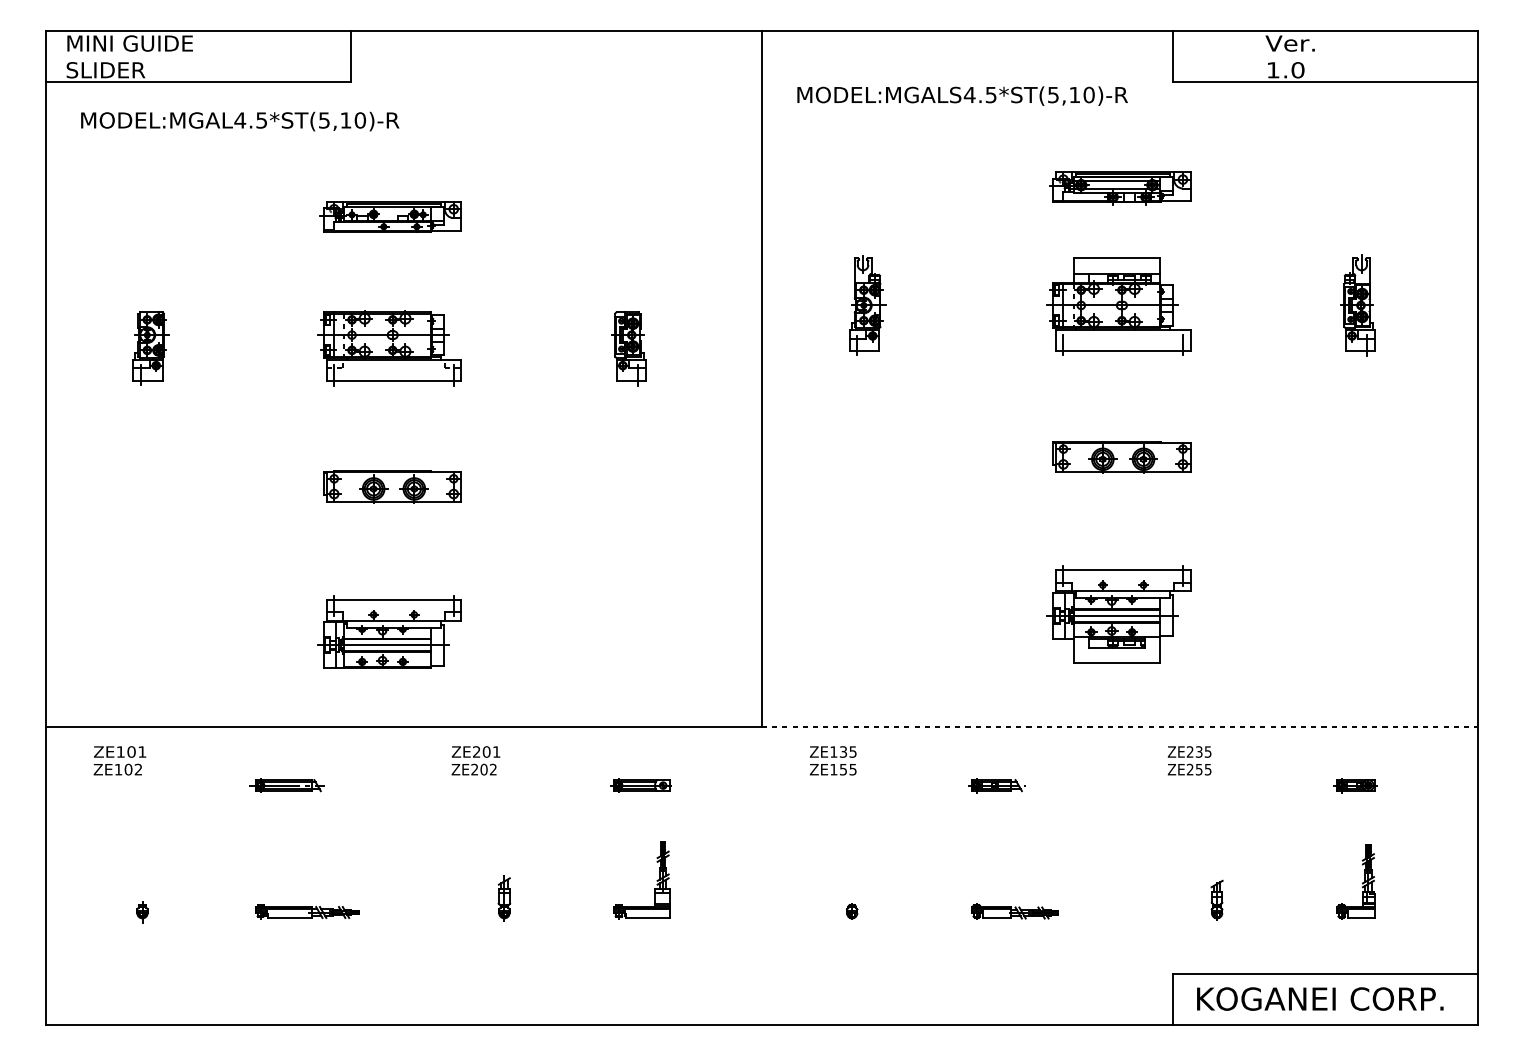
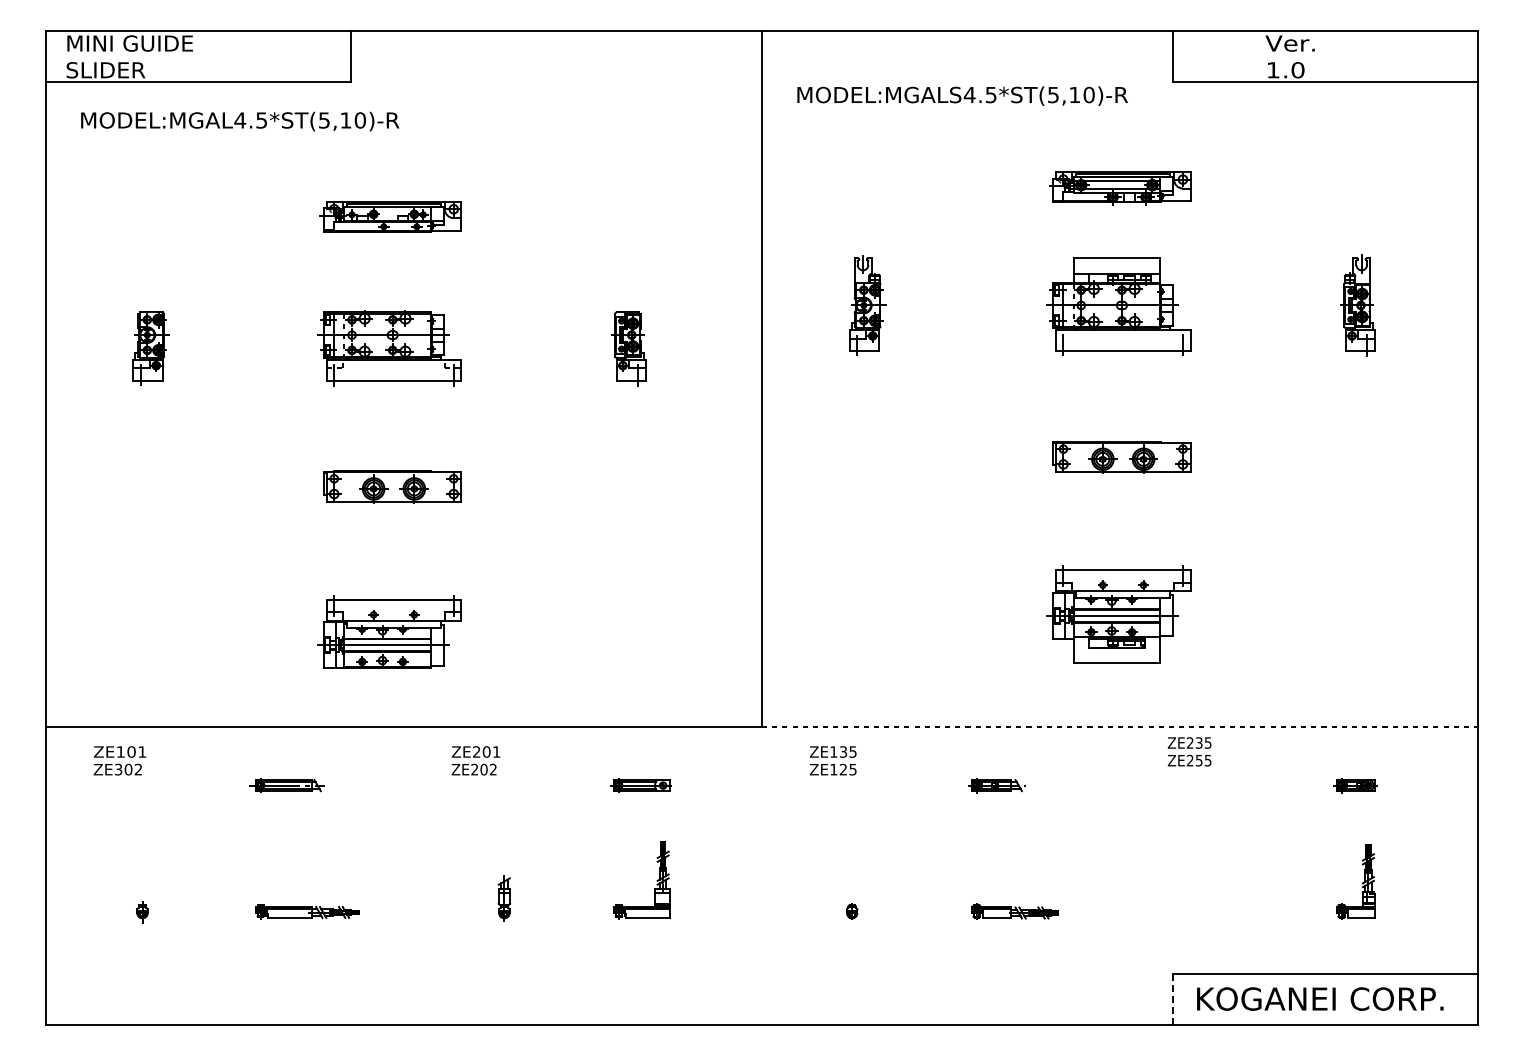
text at (1189, 760) position: (1189, 760) -> (1189, 751)
text at (118, 769): ZE102 -> ZE302
text at (843, 769): ZE155 -> ZE125
part at (1216, 899): present -> none
line at (1173, 999): solid -> dashed
